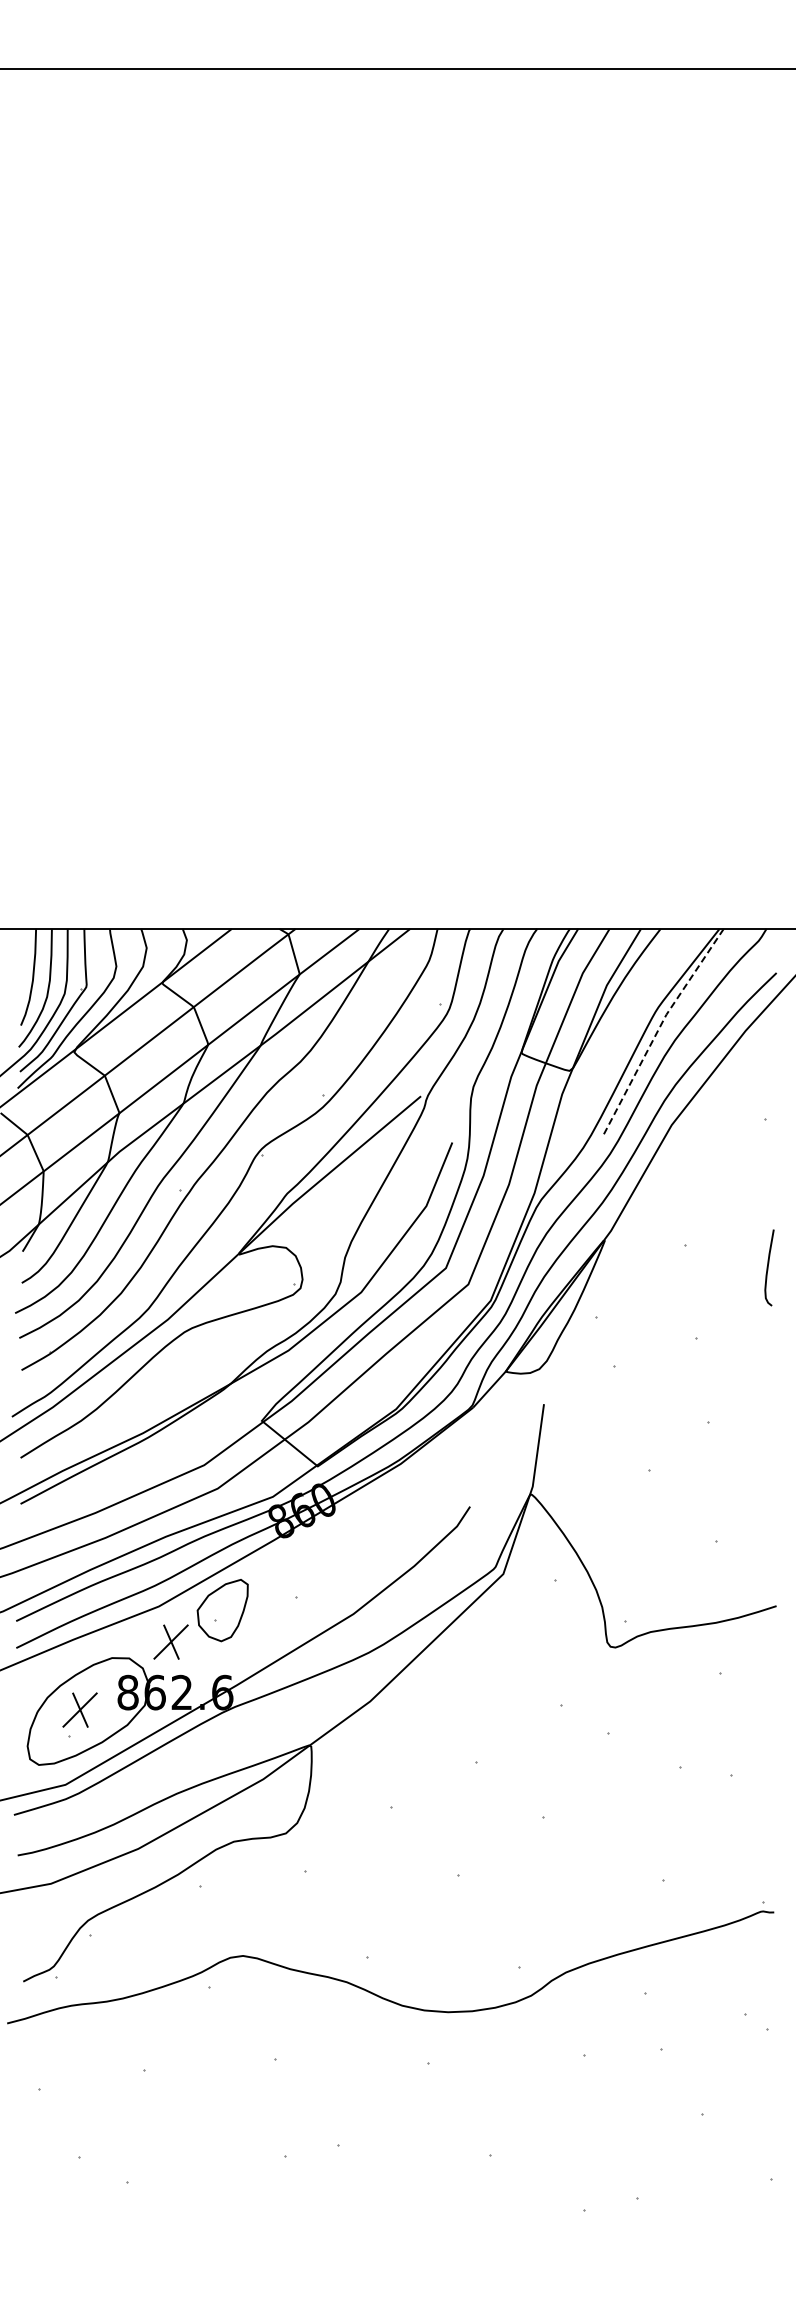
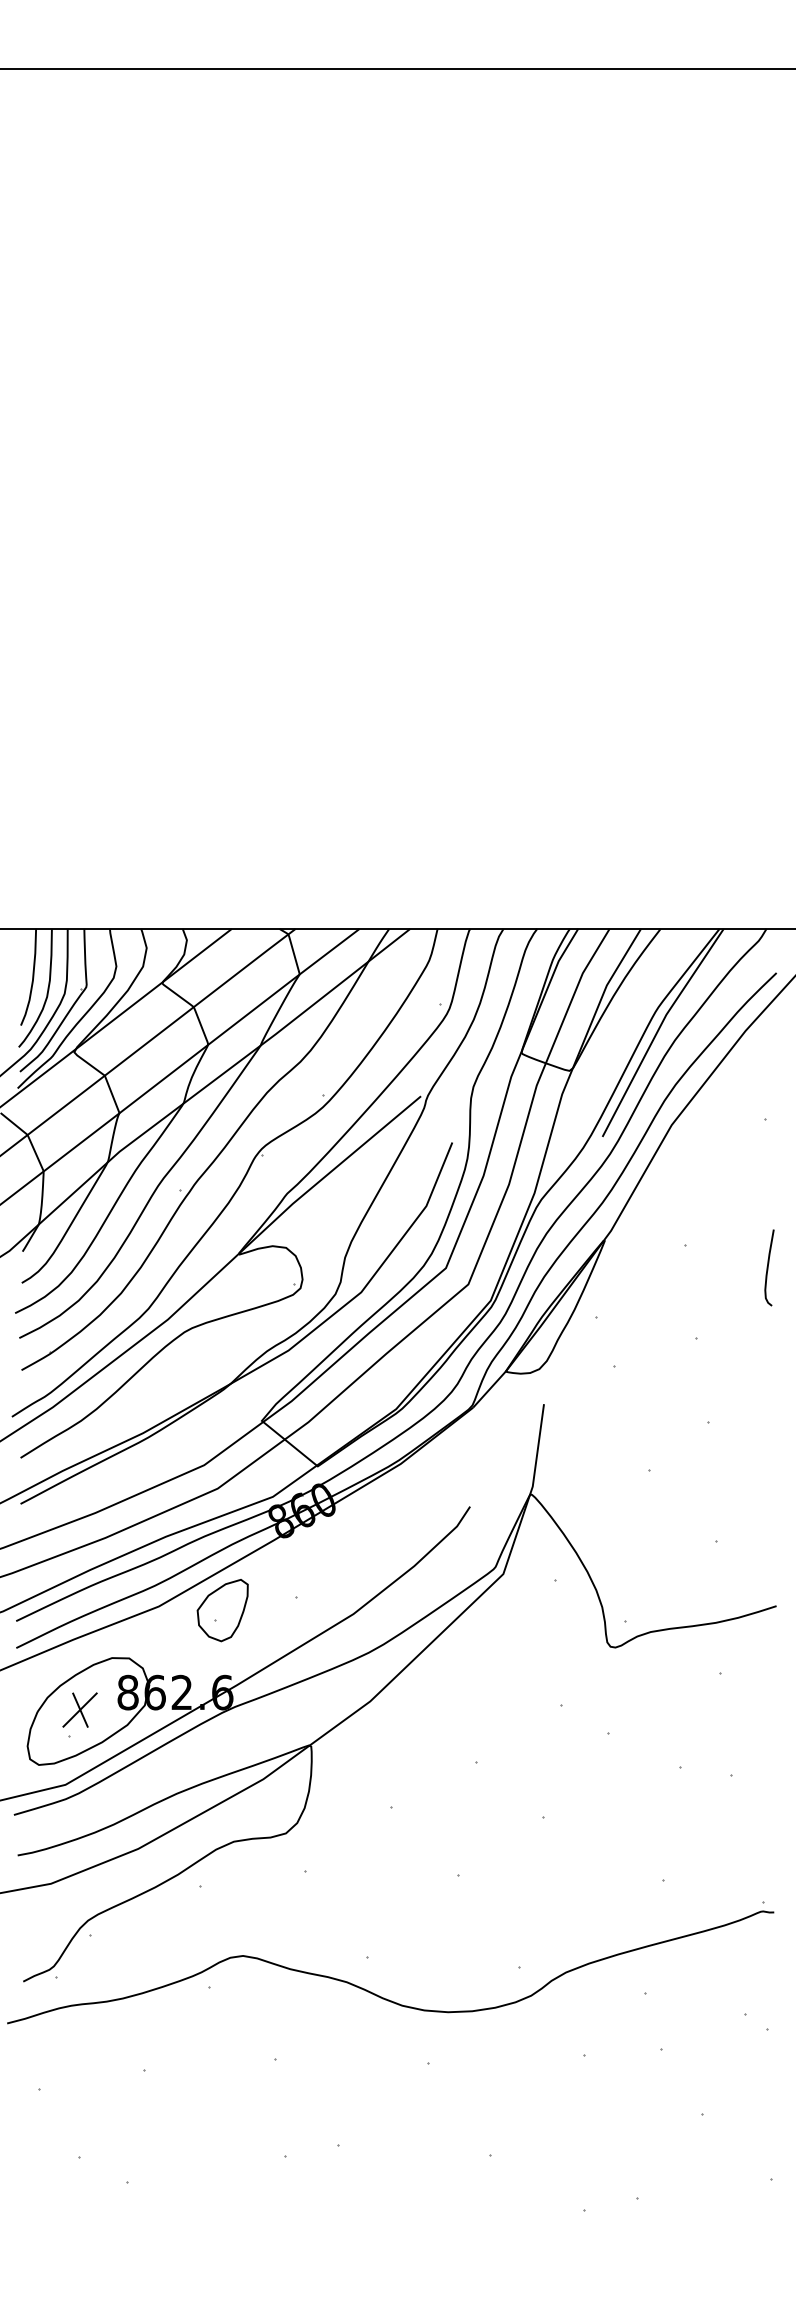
line at (658, 1029): dashed -> solid
part at (170, 1641): present -> none
